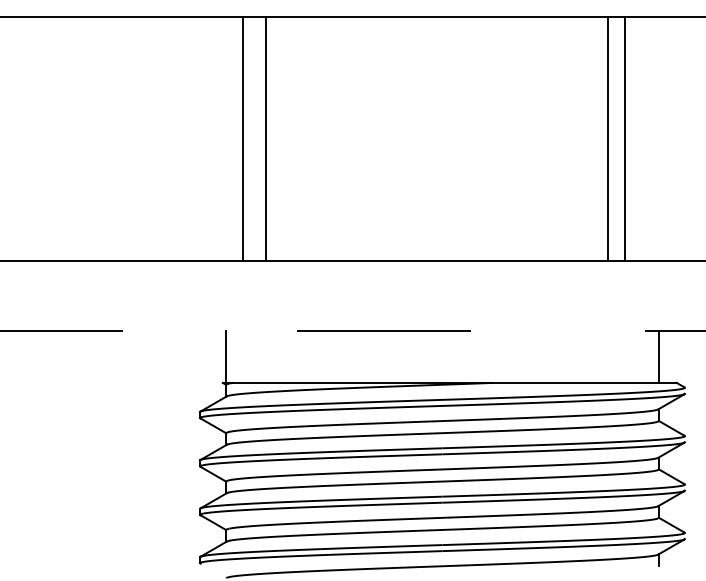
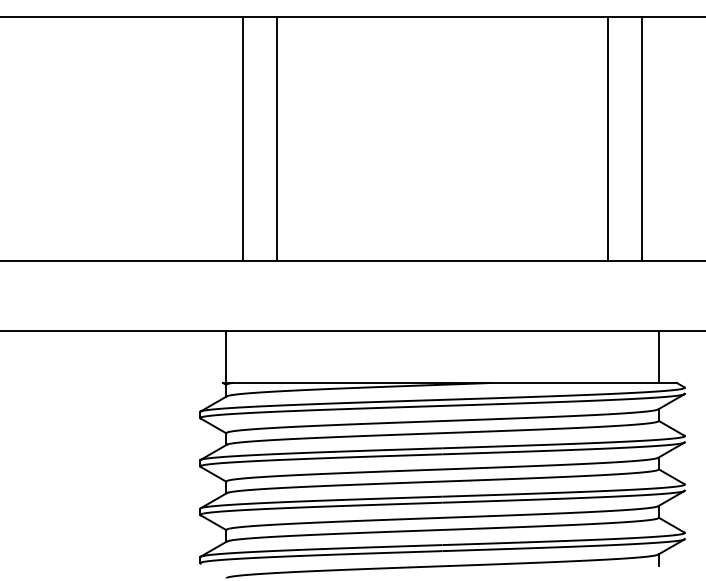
line at (266, 139) position: (266, 139) -> (277, 139)
line at (625, 139) position: (625, 139) -> (642, 139)
line at (353, 330): dashed -> solid
